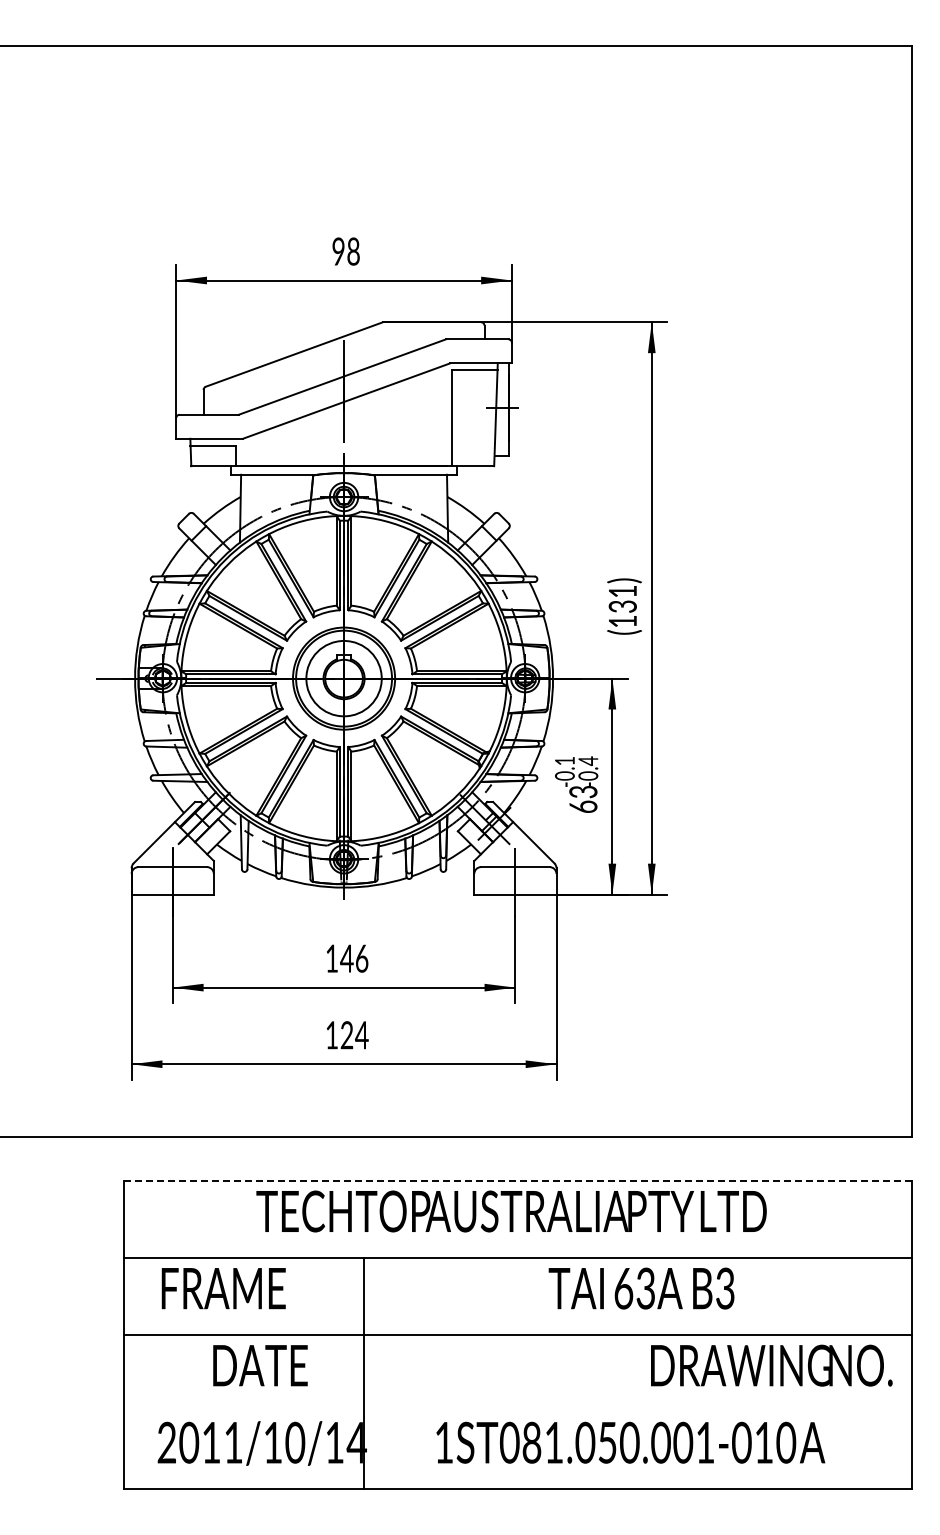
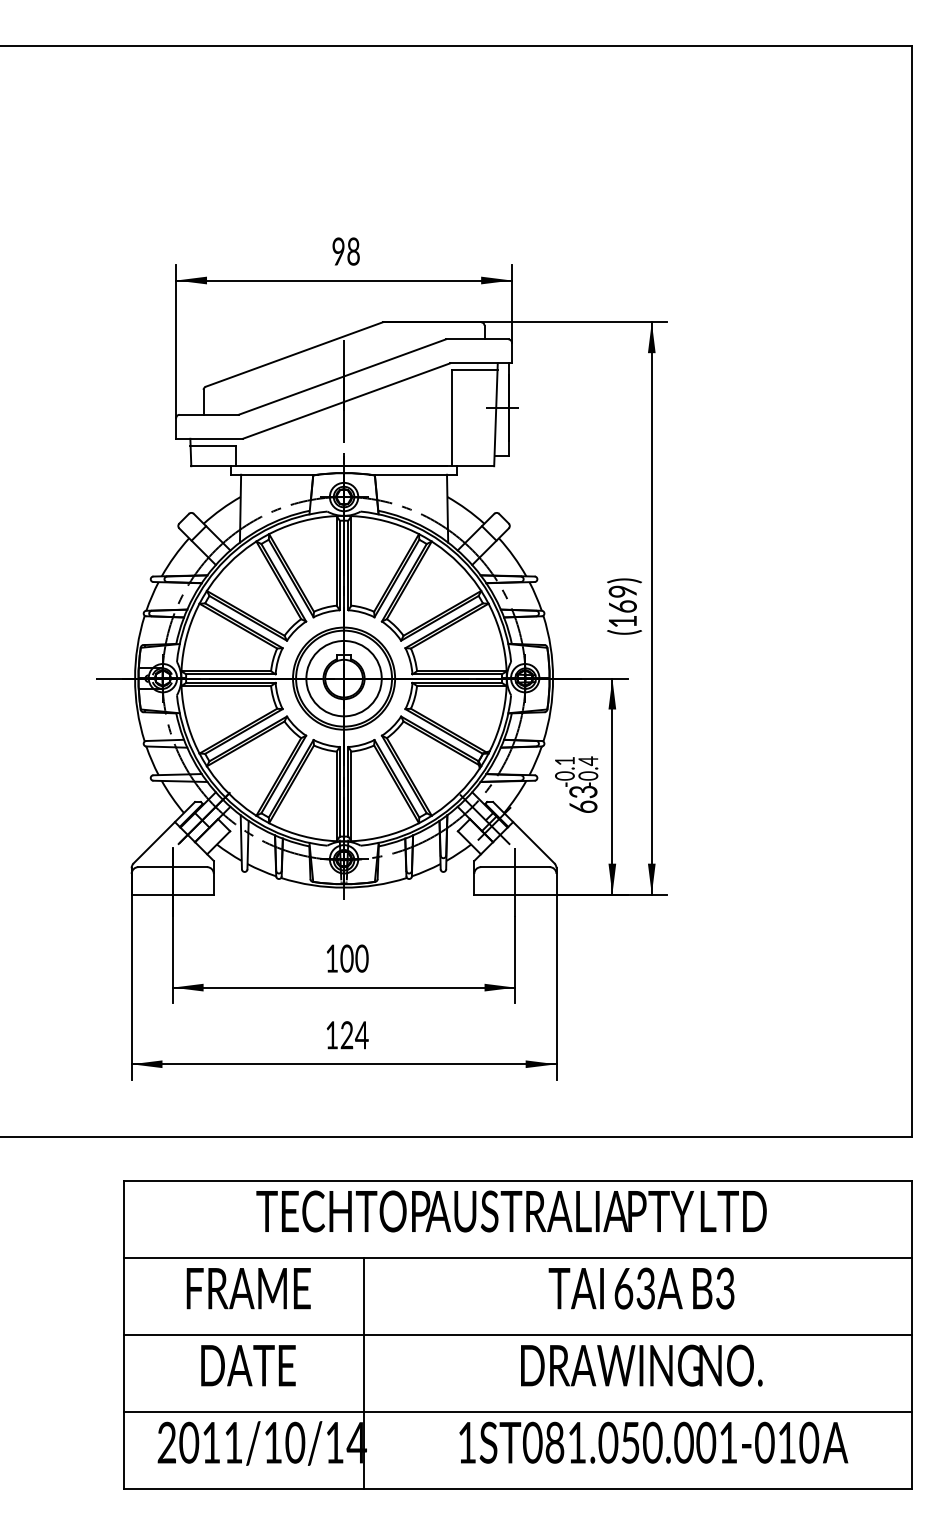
text at (622, 598): (131) -> (169)
text at (354, 958): 146 -> 100
line at (517, 1180): dashed -> solid
text at (223, 1288) position: (223, 1288) -> (248, 1288)
text at (260, 1365) position: (260, 1365) -> (248, 1365)
text at (771, 1365) position: (771, 1365) -> (641, 1365)
line at (517, 1411): none -> present
text at (630, 1442) position: (630, 1442) -> (653, 1442)
